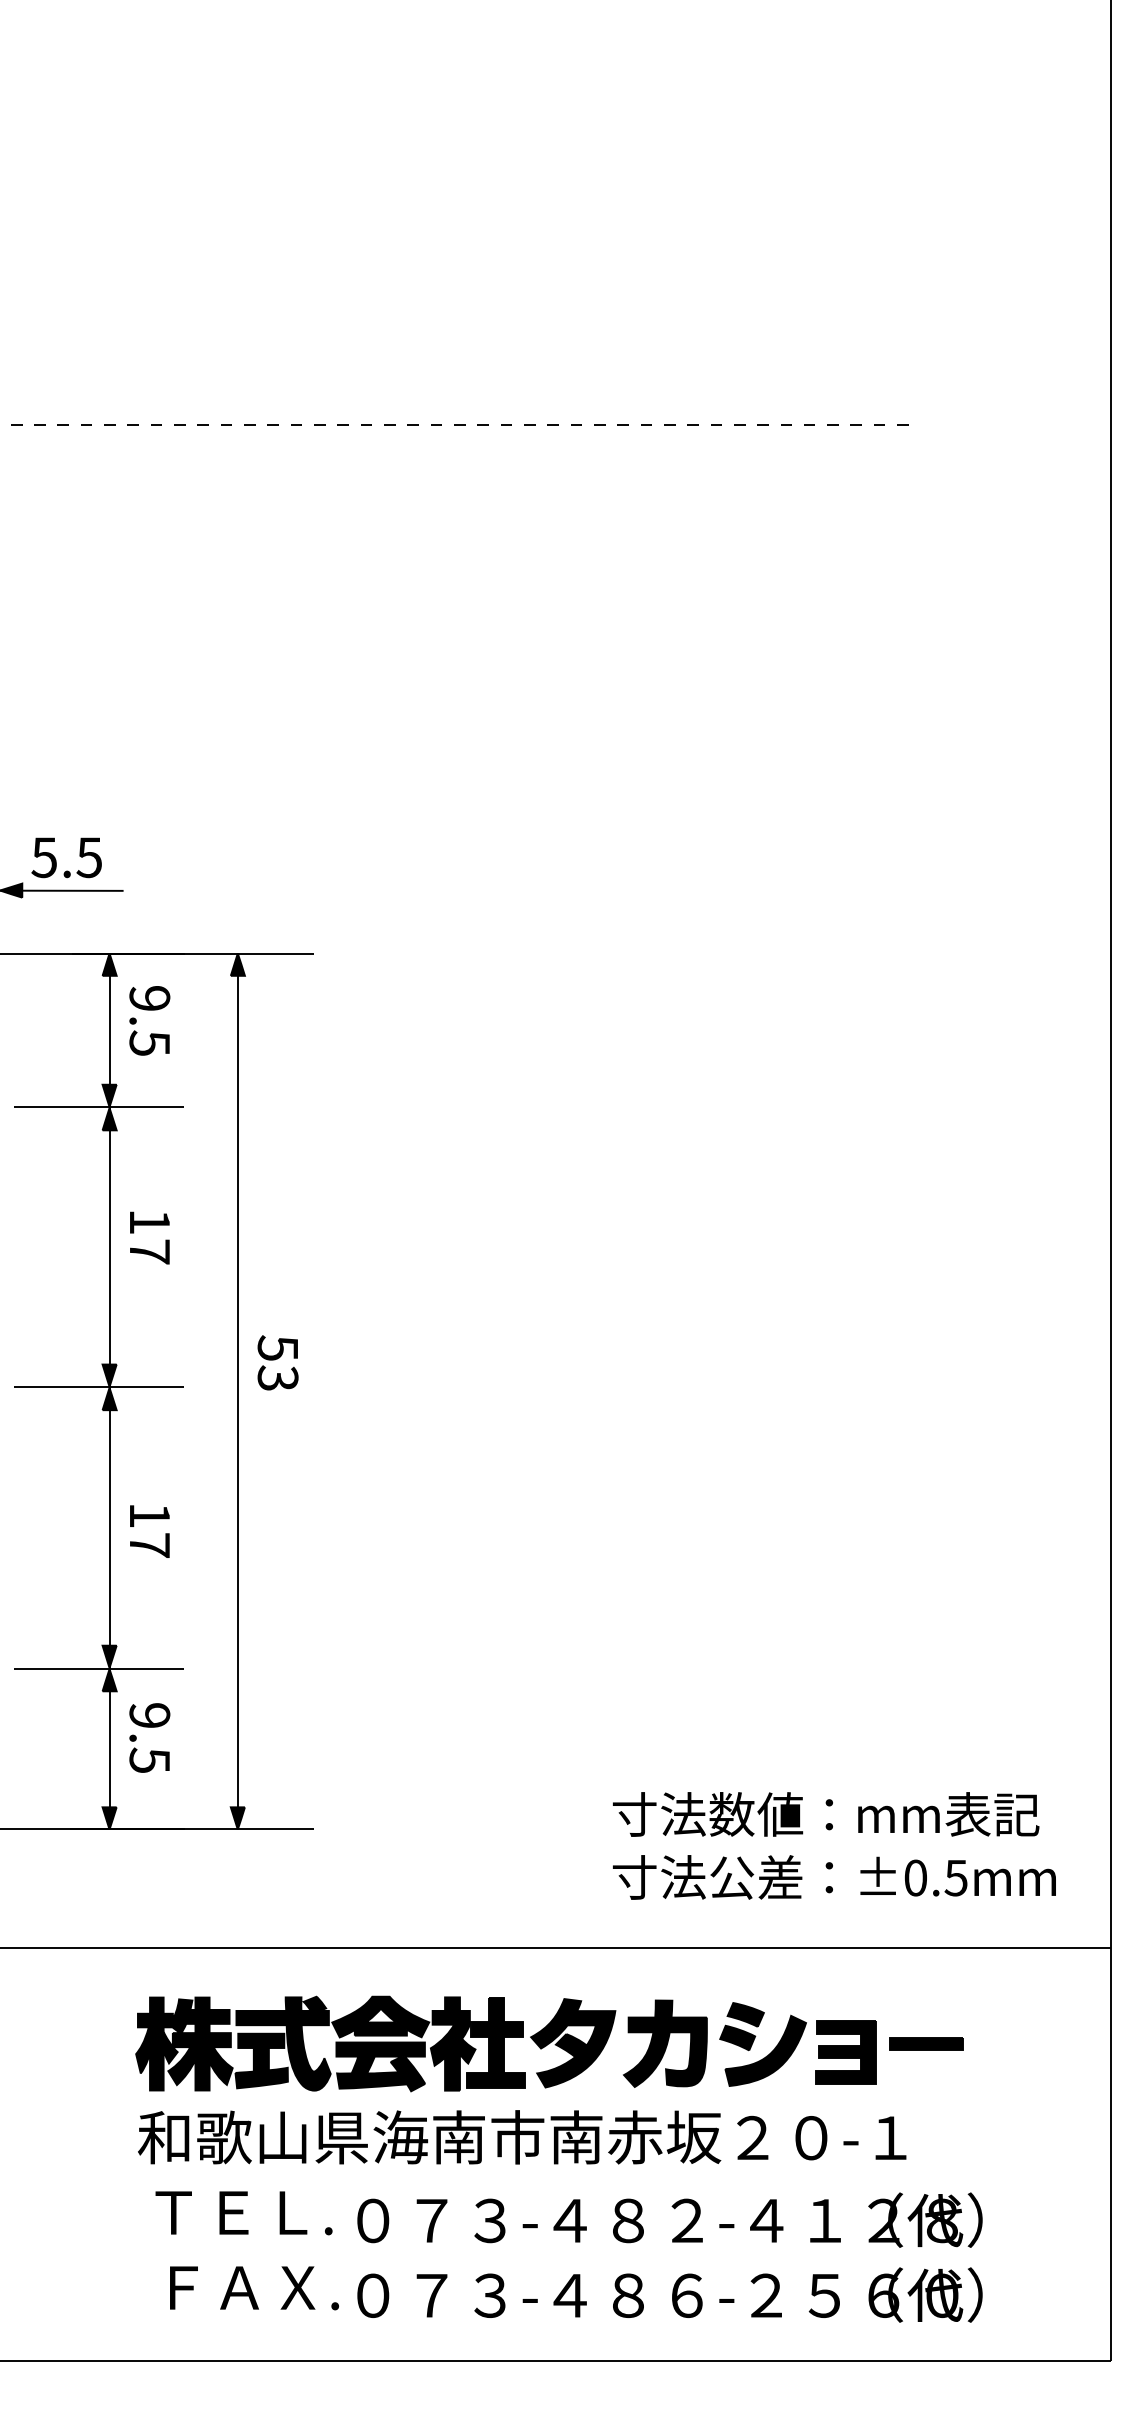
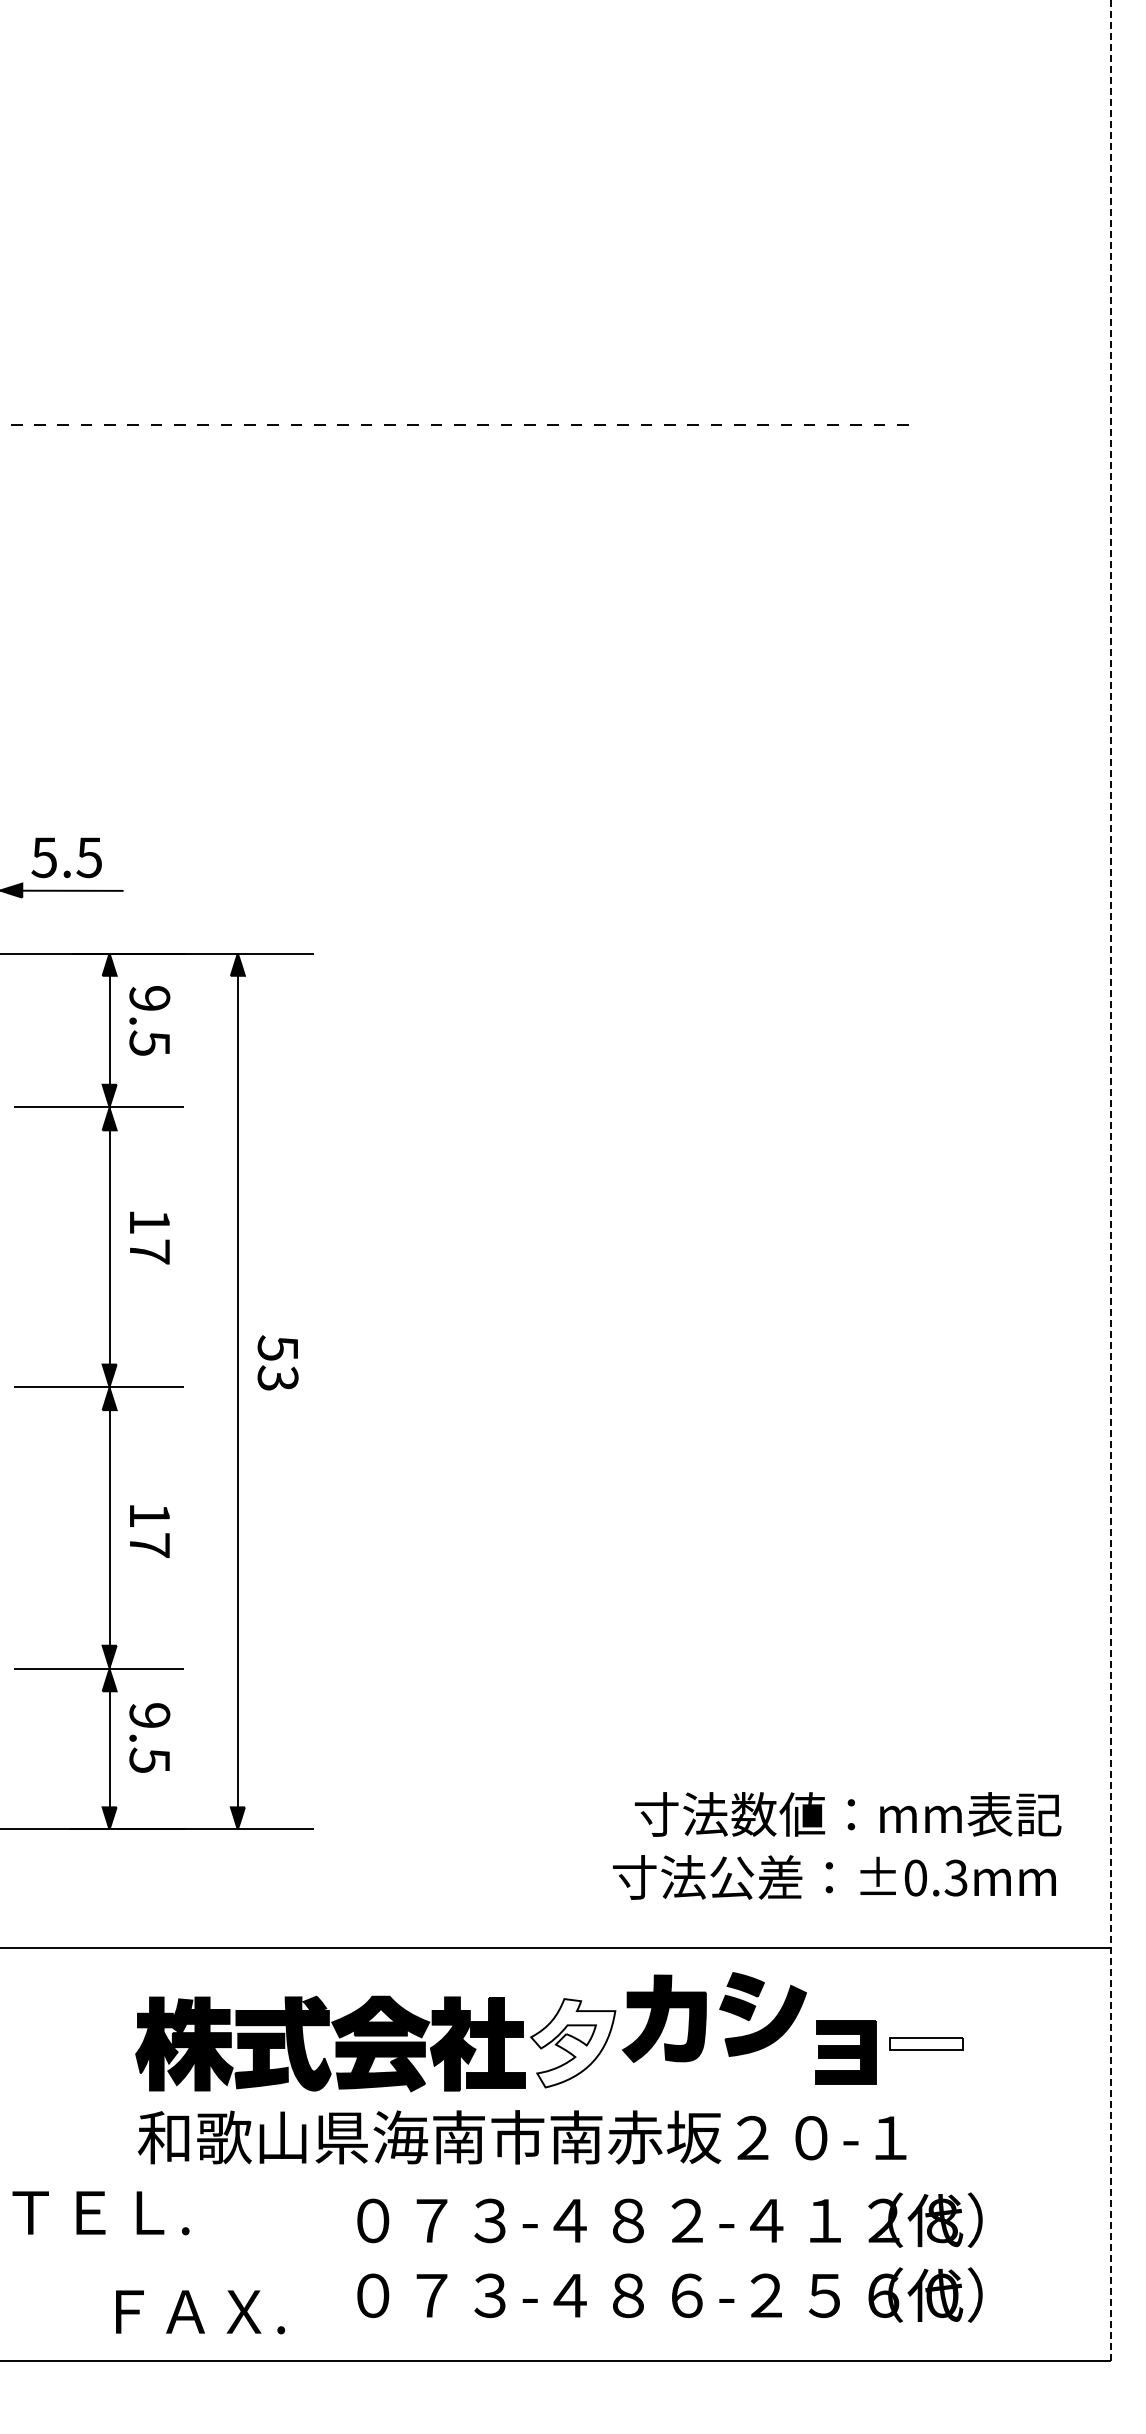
line at (1111, 1180): solid -> dashed
text at (826, 1814) position: (826, 1814) -> (848, 1814)
text at (956, 1877): ±0.5mm -> ±0.3mm
part at (754, 2040) position: (754, 2040) -> (754, 2010)
fill at (573, 2043): present -> none
part at (665, 2043) position: (665, 2043) -> (664, 2018)
fill at (926, 2043): present -> none
text at (243, 2213) position: (243, 2213) -> (100, 2213)
text at (254, 2288) position: (254, 2288) -> (200, 2312)
